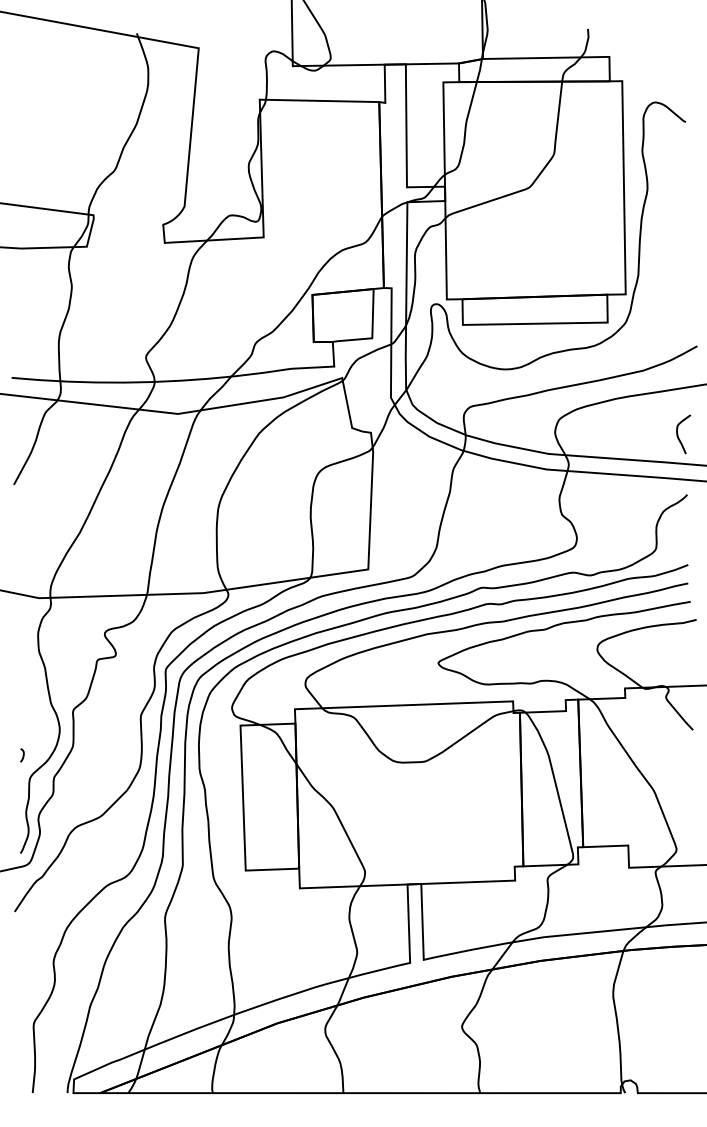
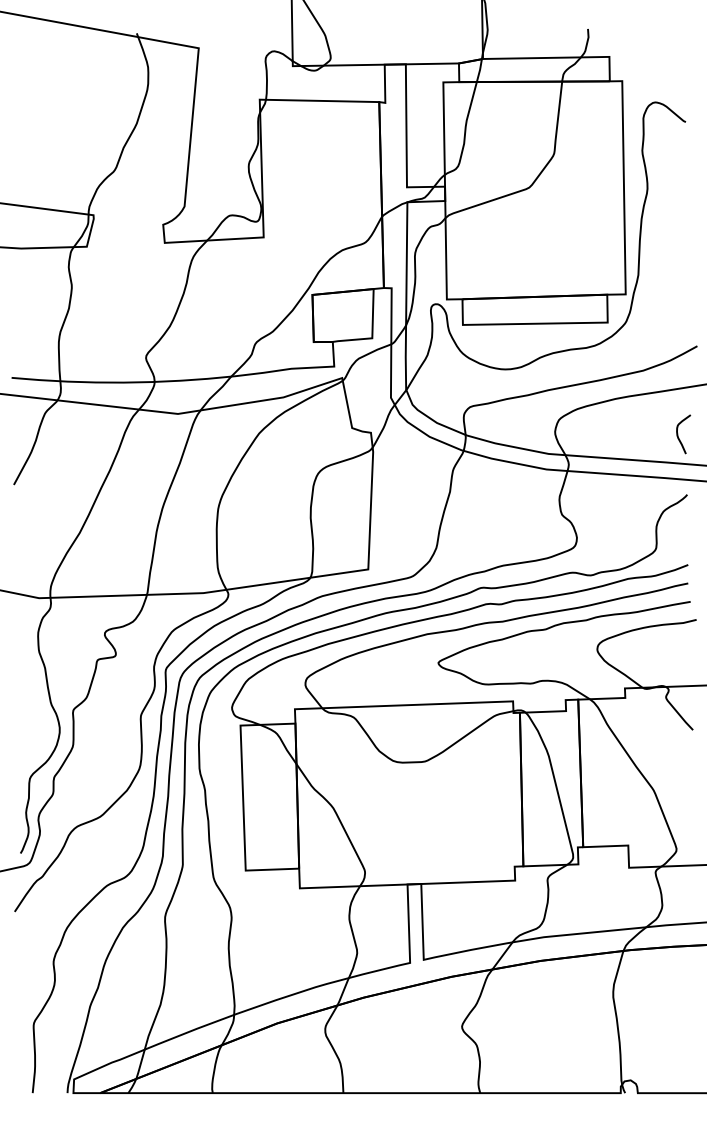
curve at (22, 755): present -> none
